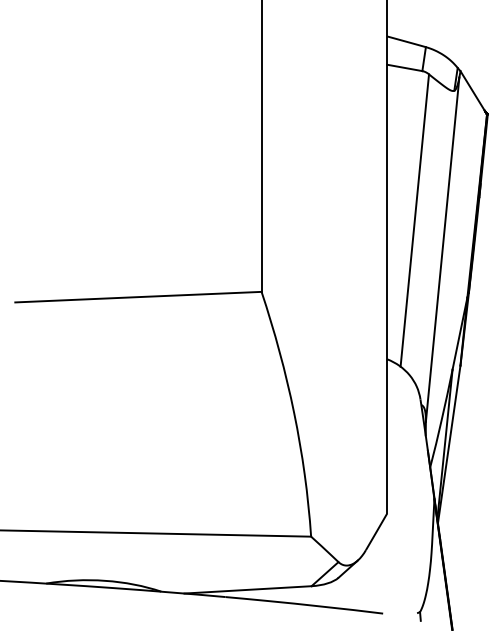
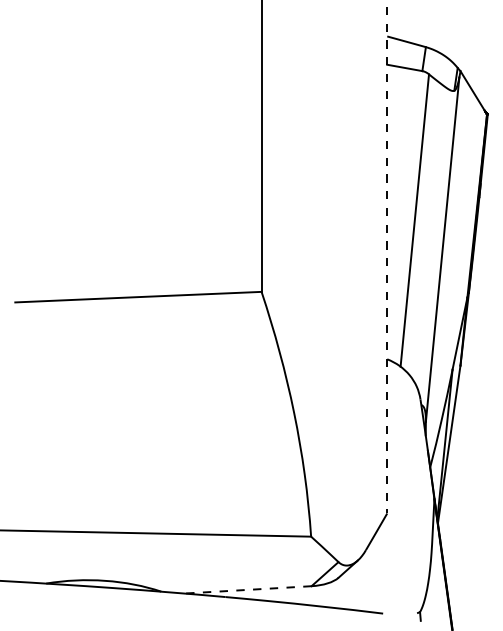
line at (387, 257): solid -> dashed
line at (248, 589): solid -> dashed
